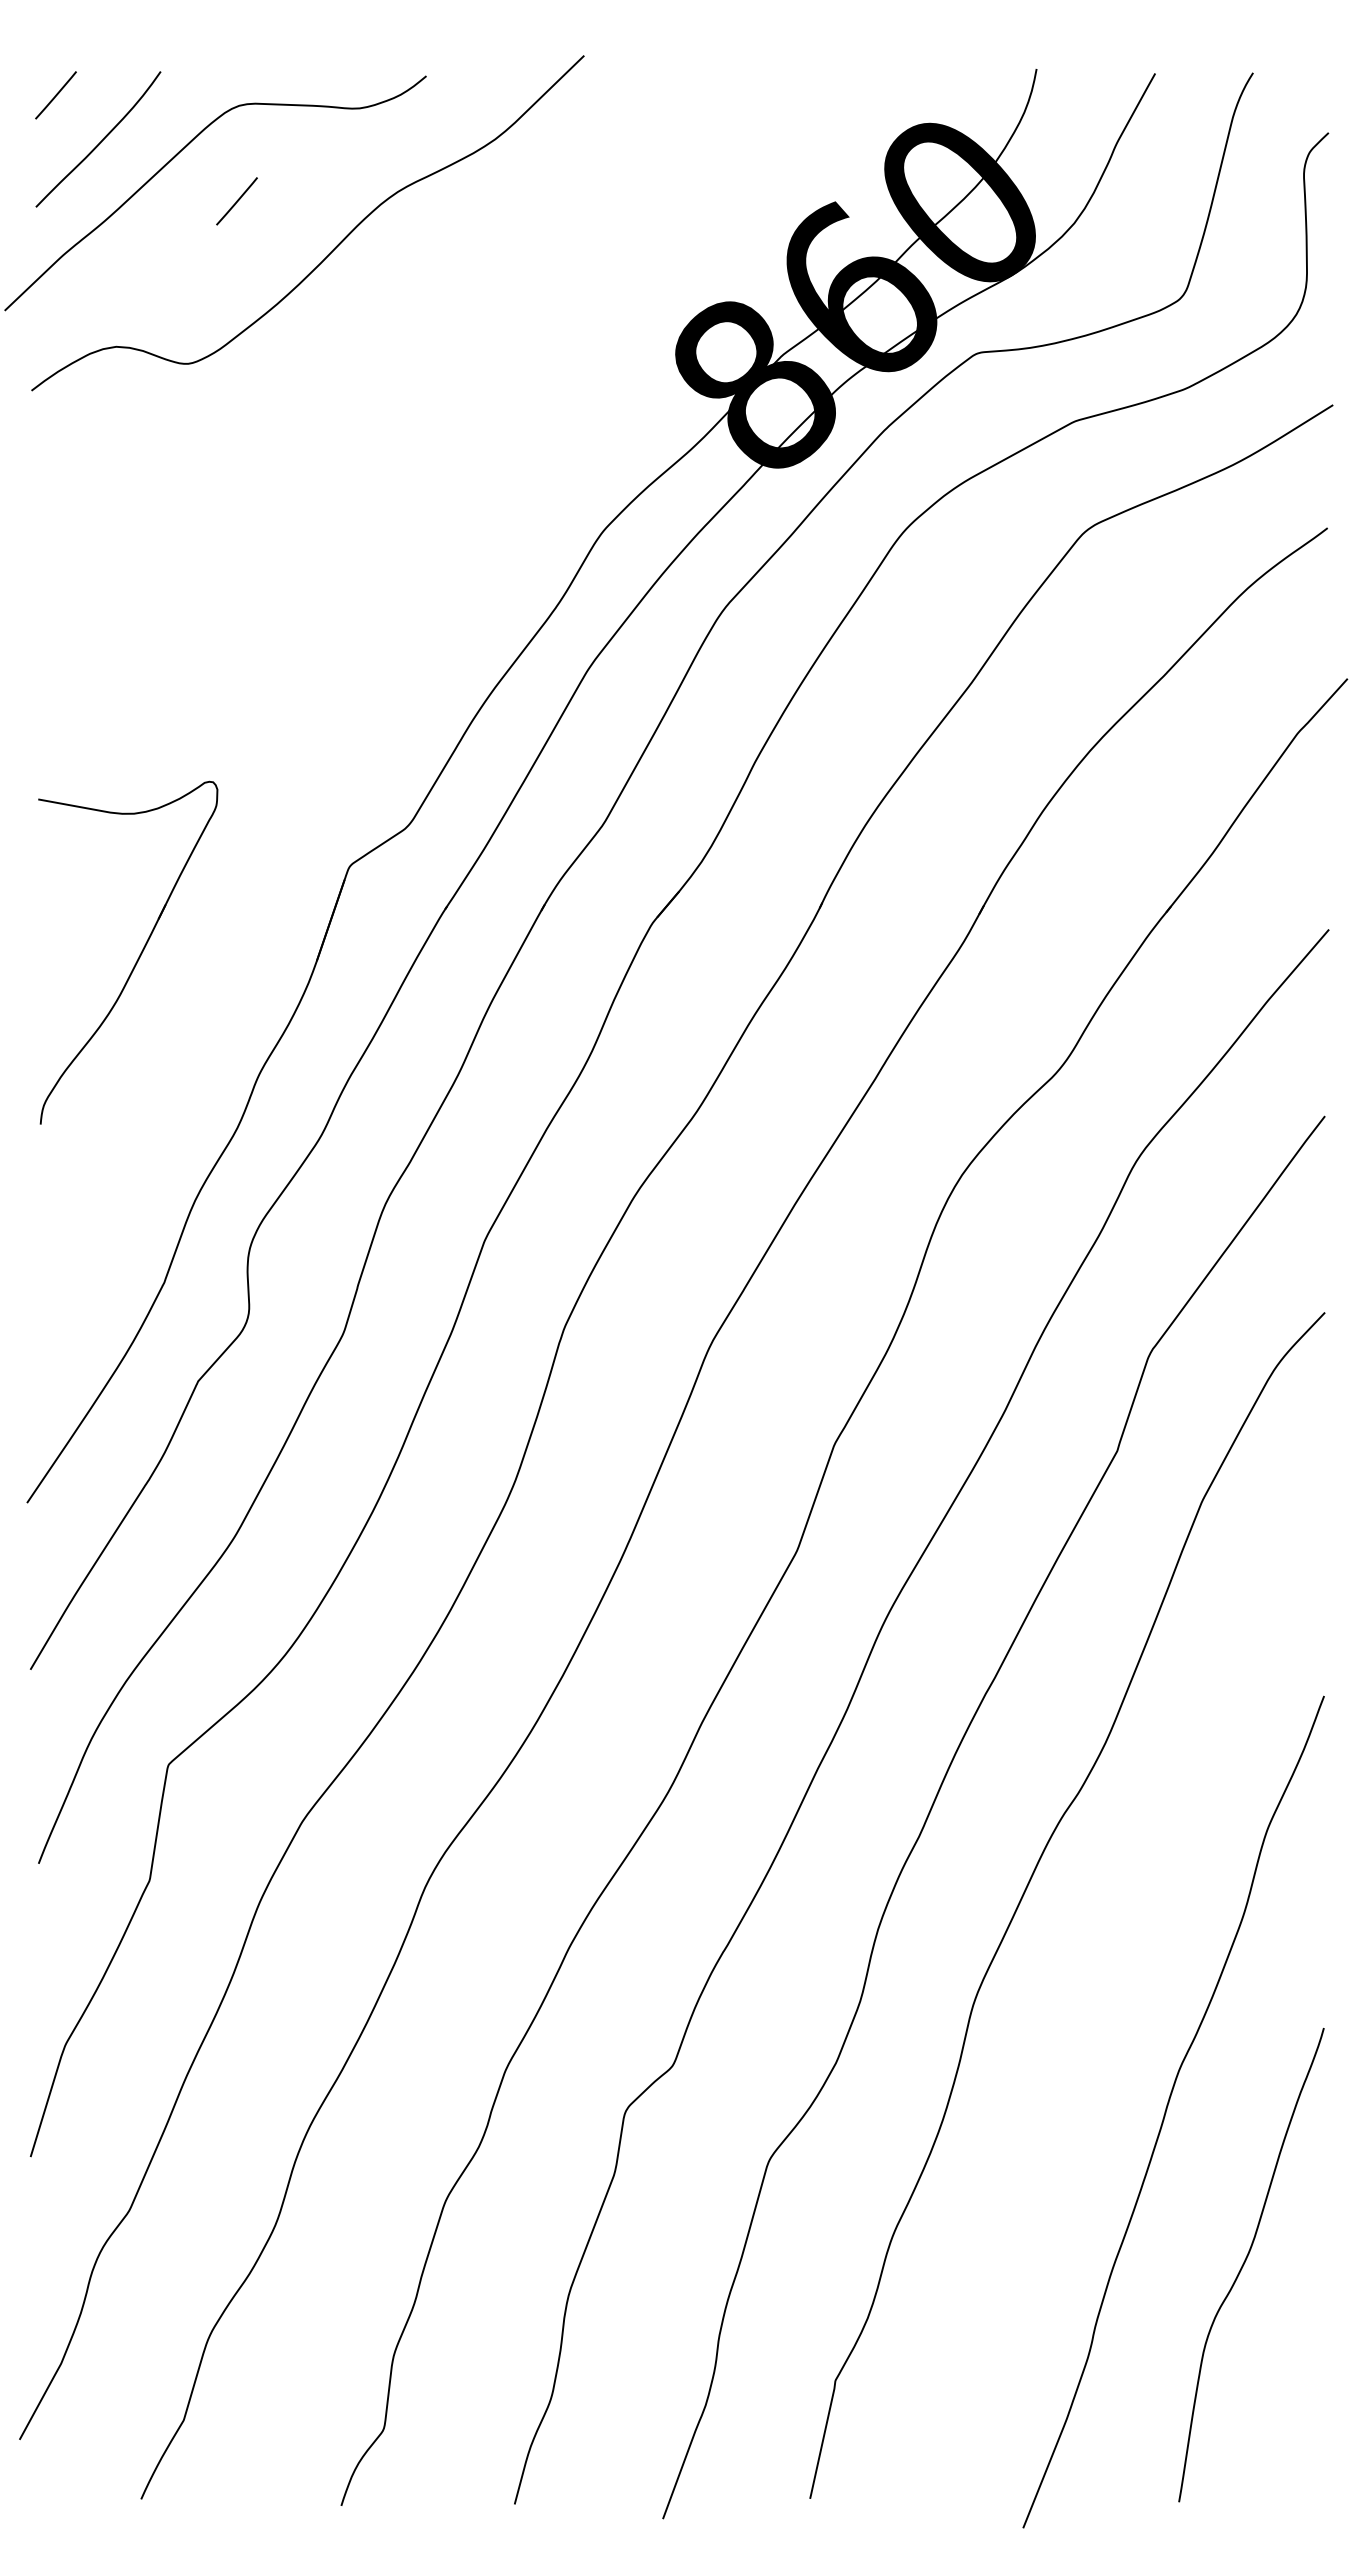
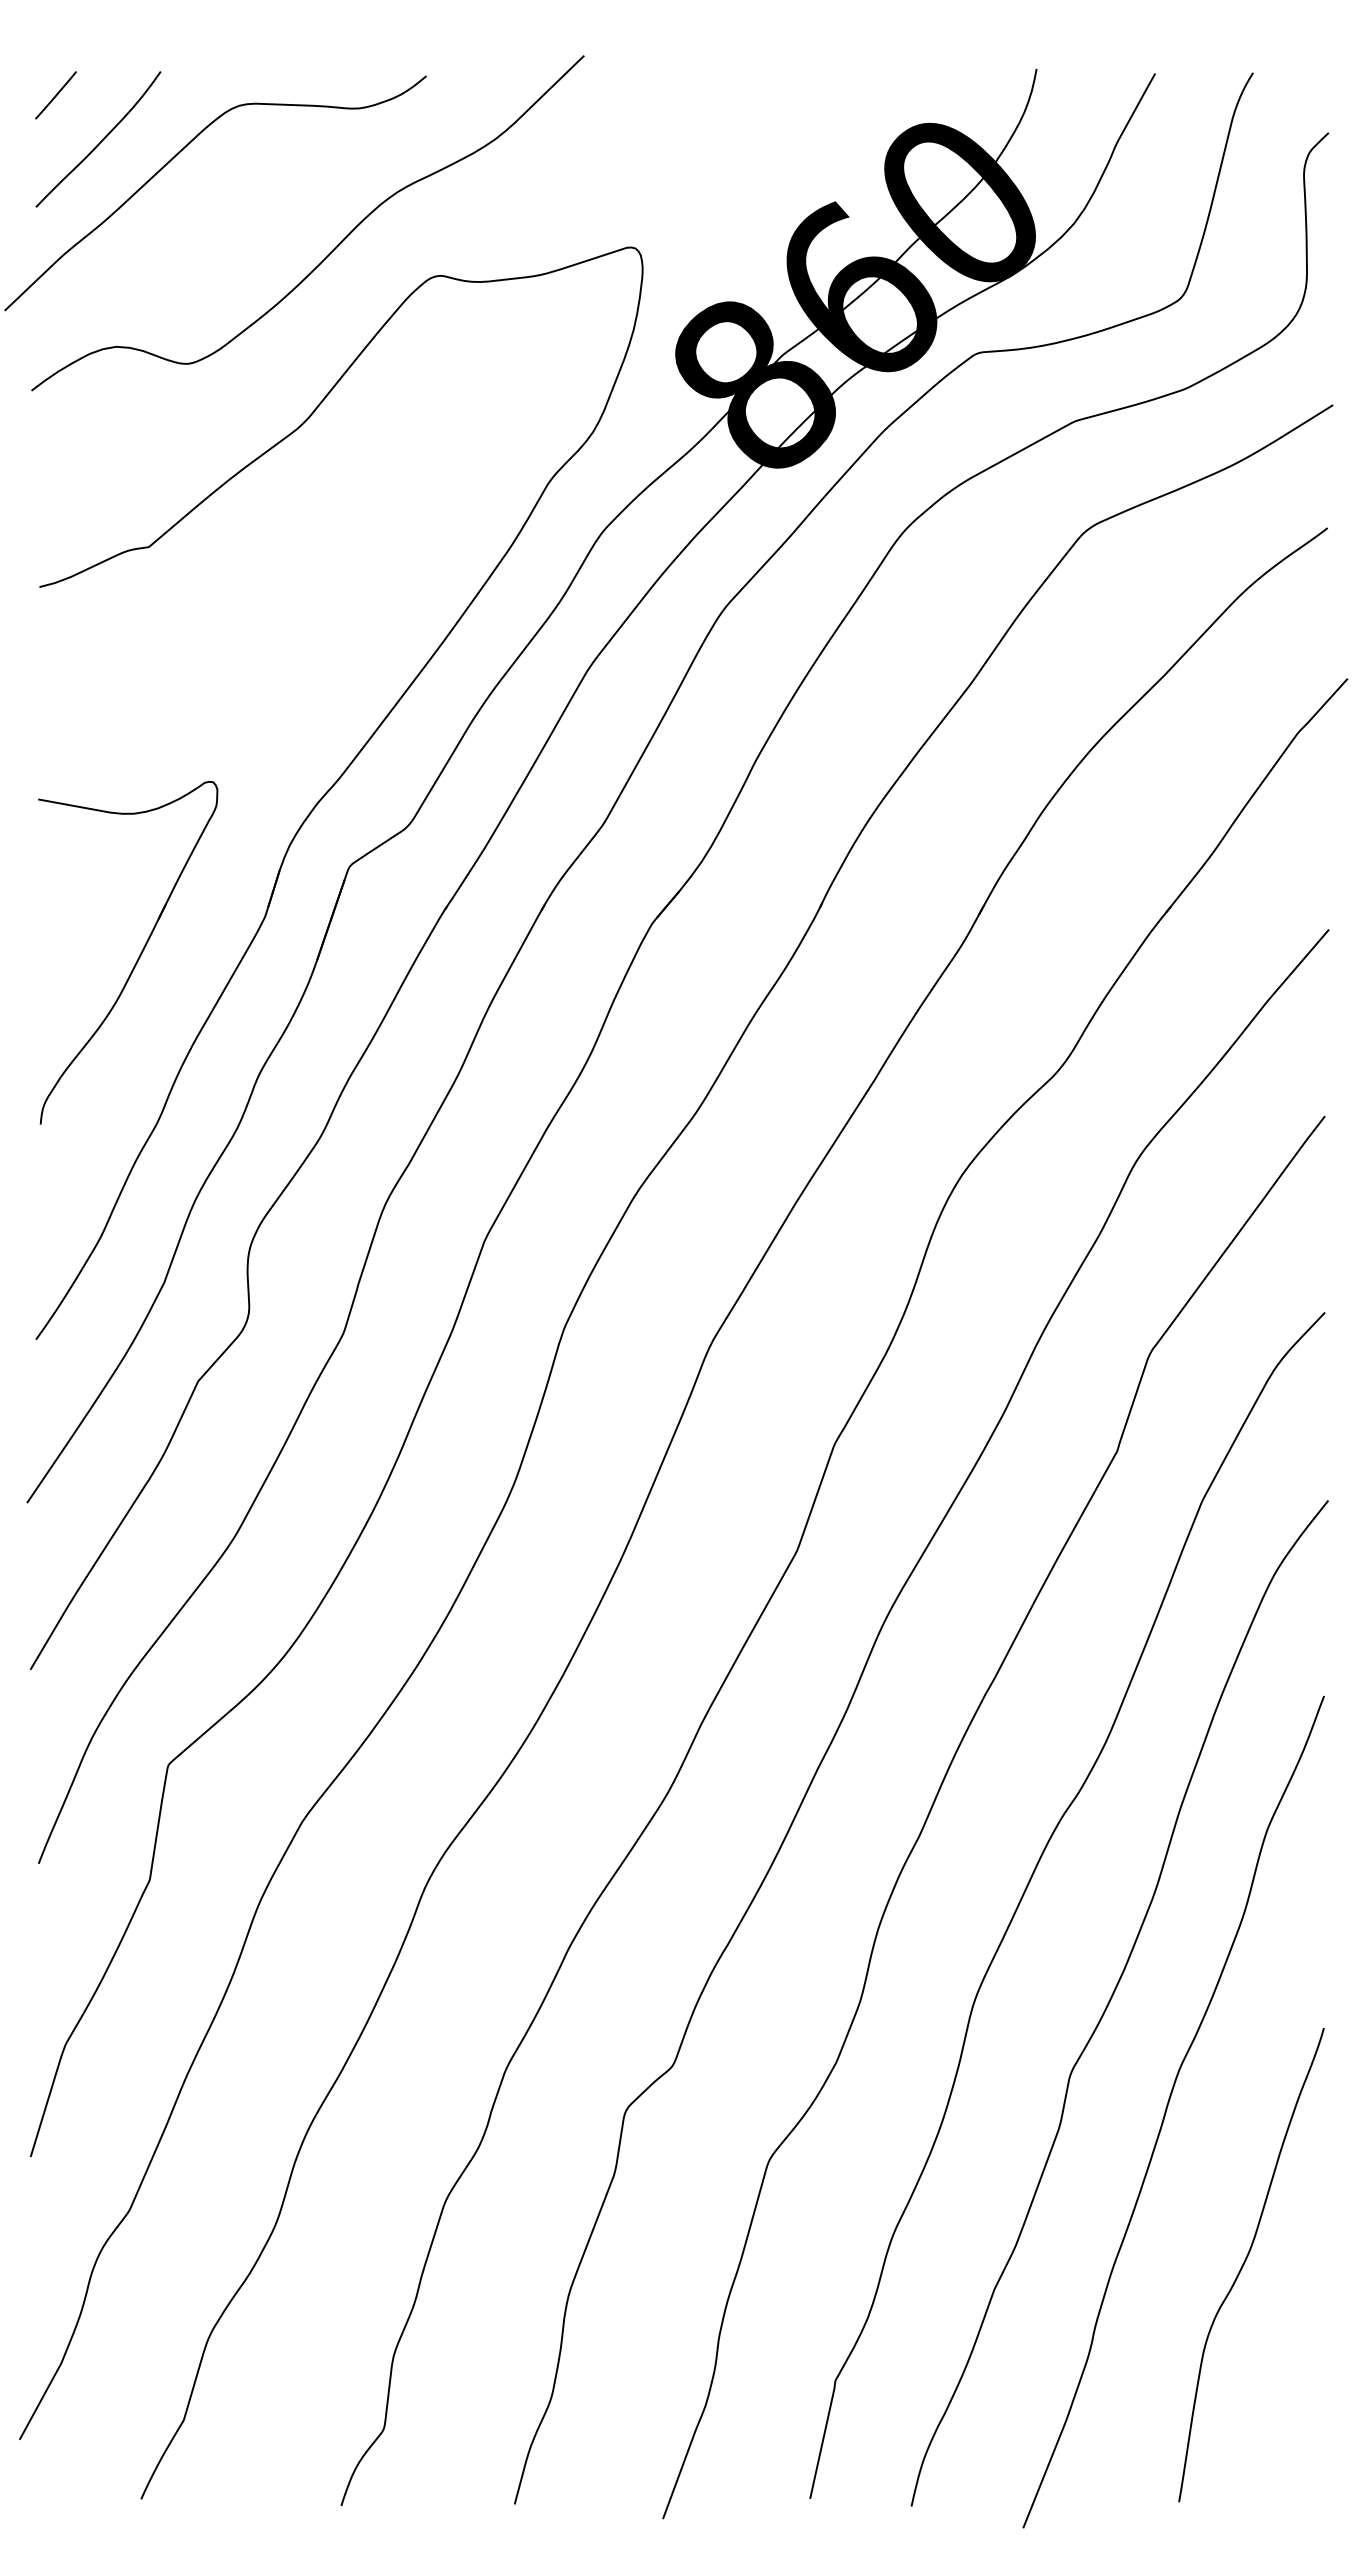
line at (236, 201): present -> none
part at (332, 788): none -> present
curve at (1111, 2000): none -> present
